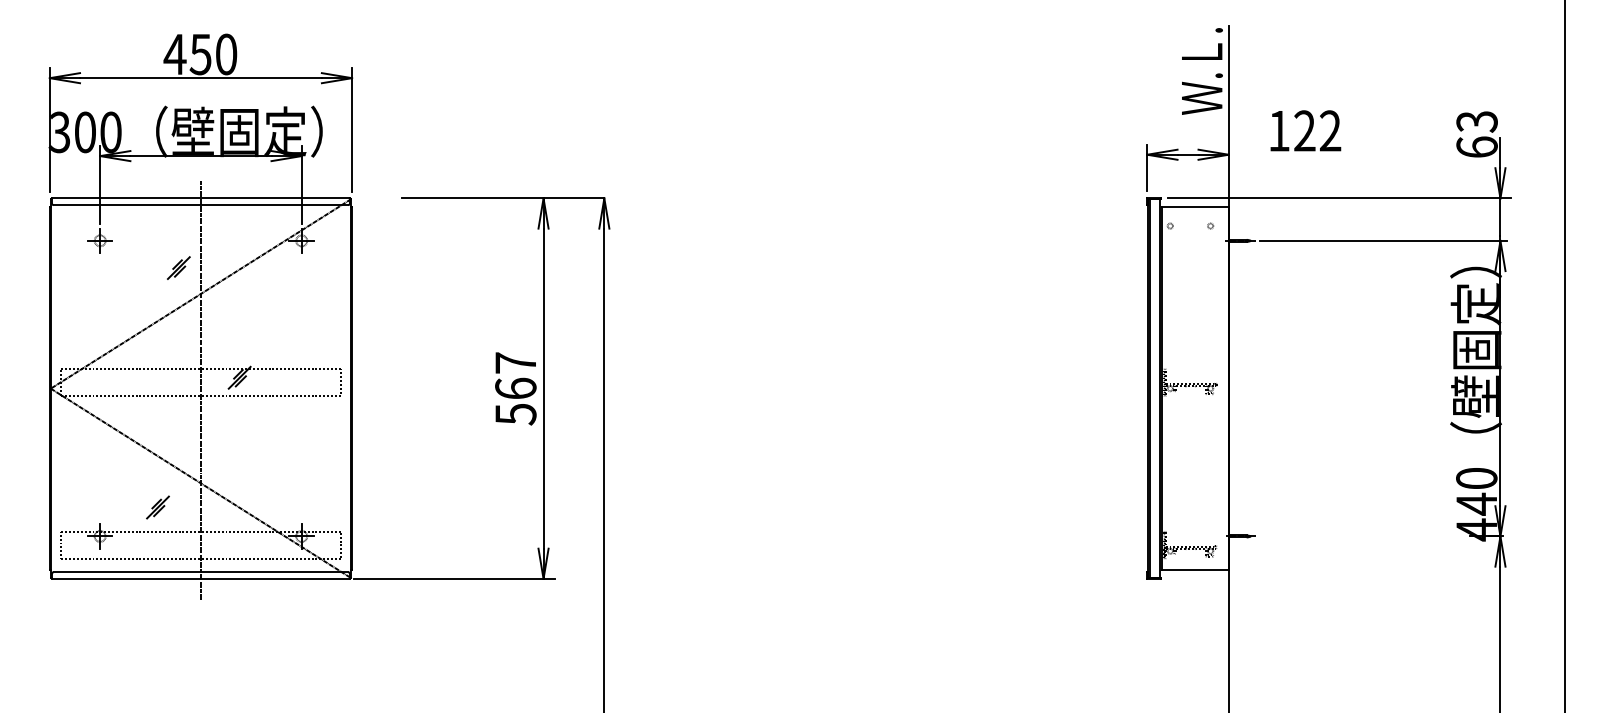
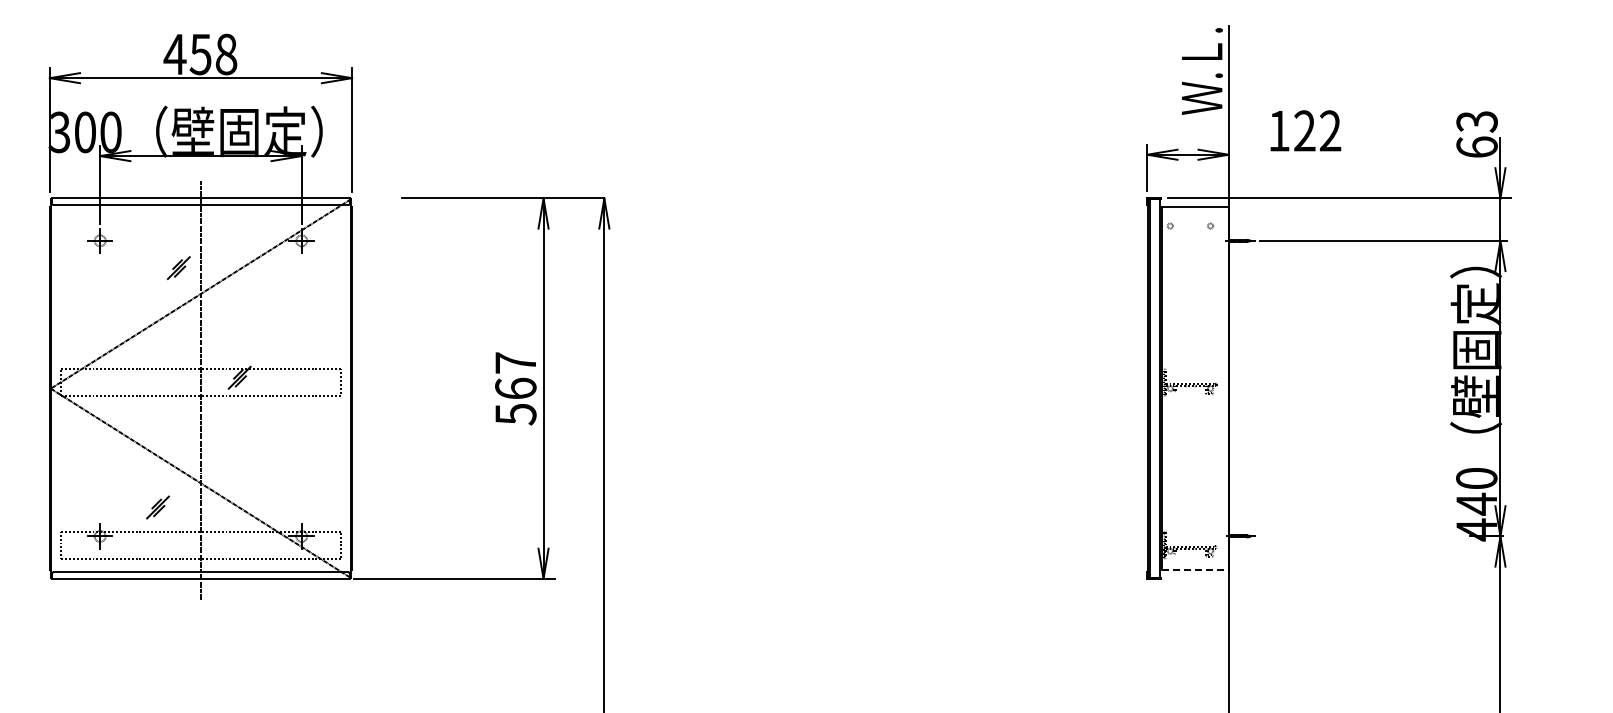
text at (226, 54): 450 -> 458
line at (1564, 355): present -> none
line at (1195, 570): solid -> dashed
